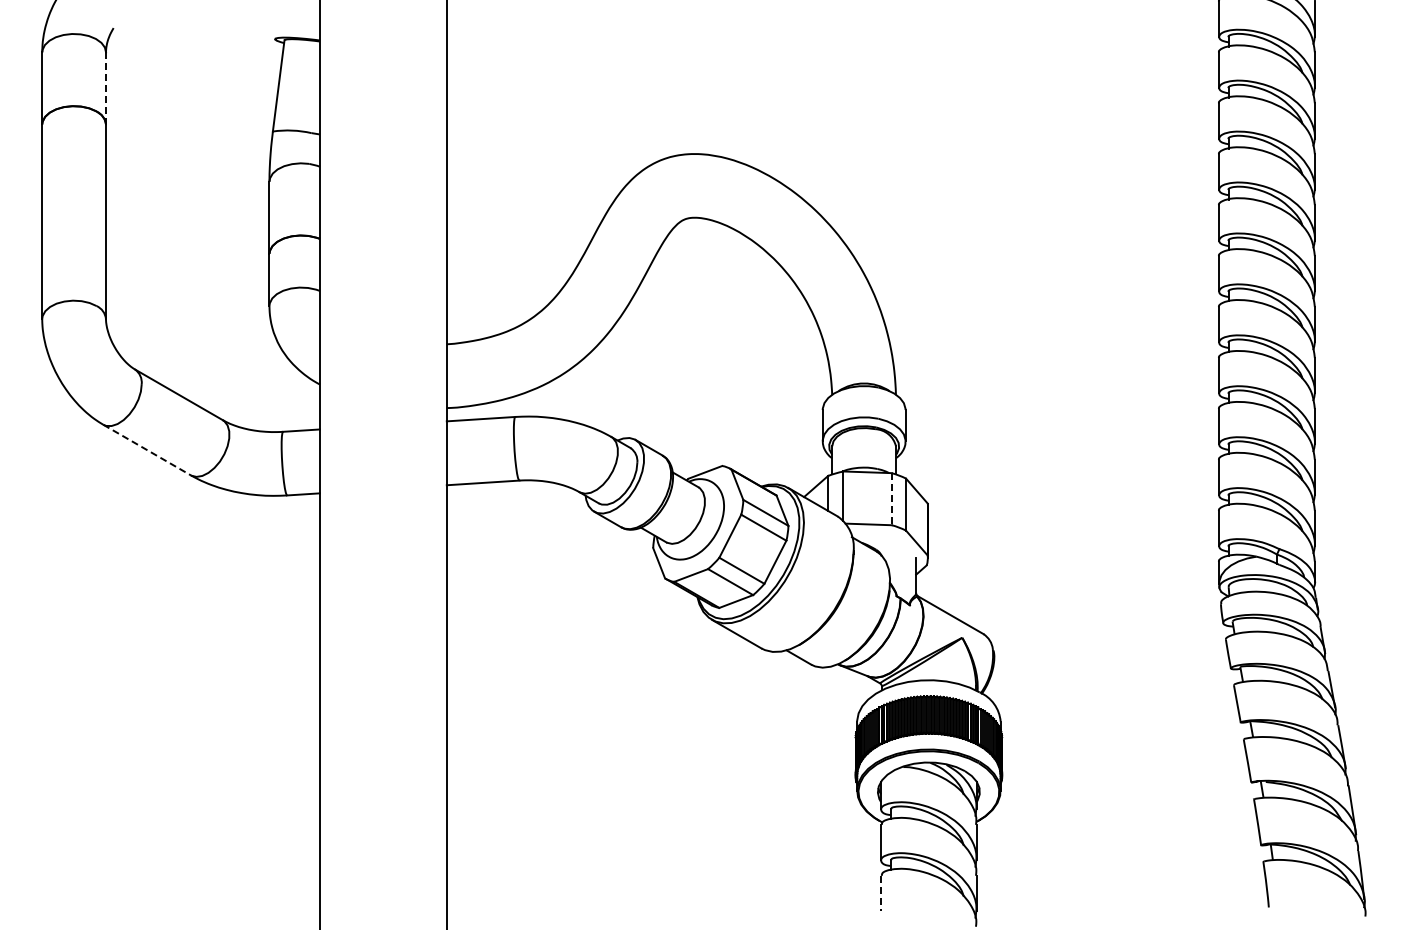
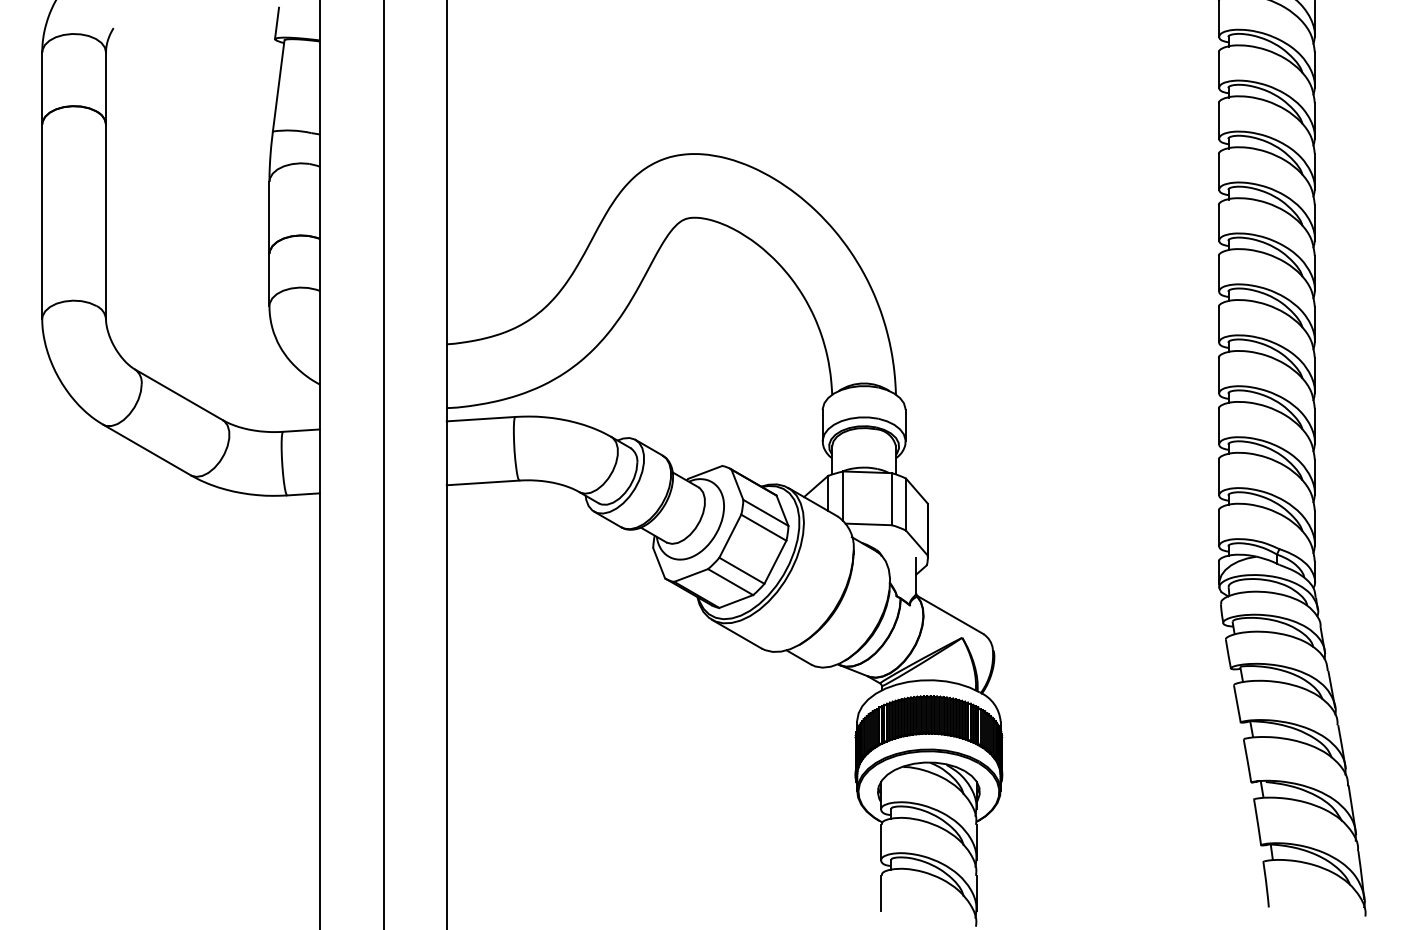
line at (277, 23): none -> present
line at (106, 87): dashed -> solid
line at (147, 450): dashed -> solid
line at (383, 464): none -> present
line at (891, 499): dashed -> solid
line at (881, 893): dashed -> solid
